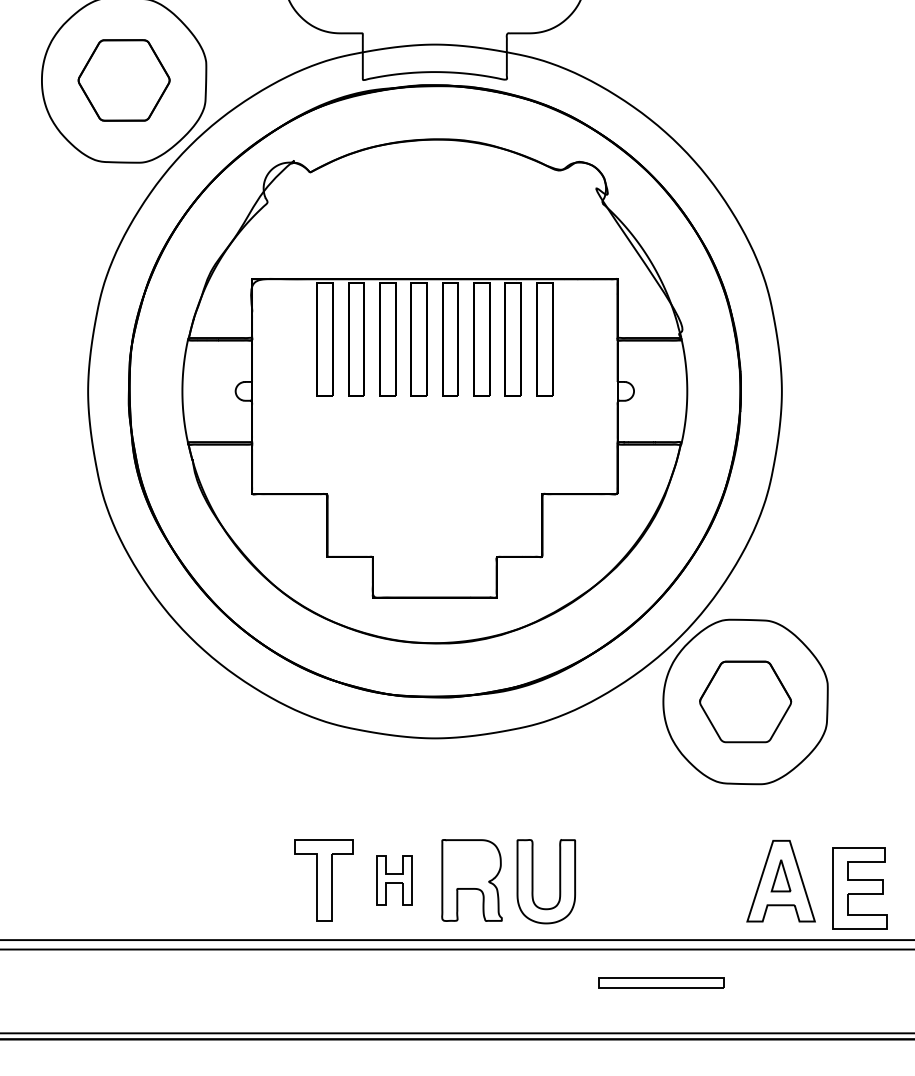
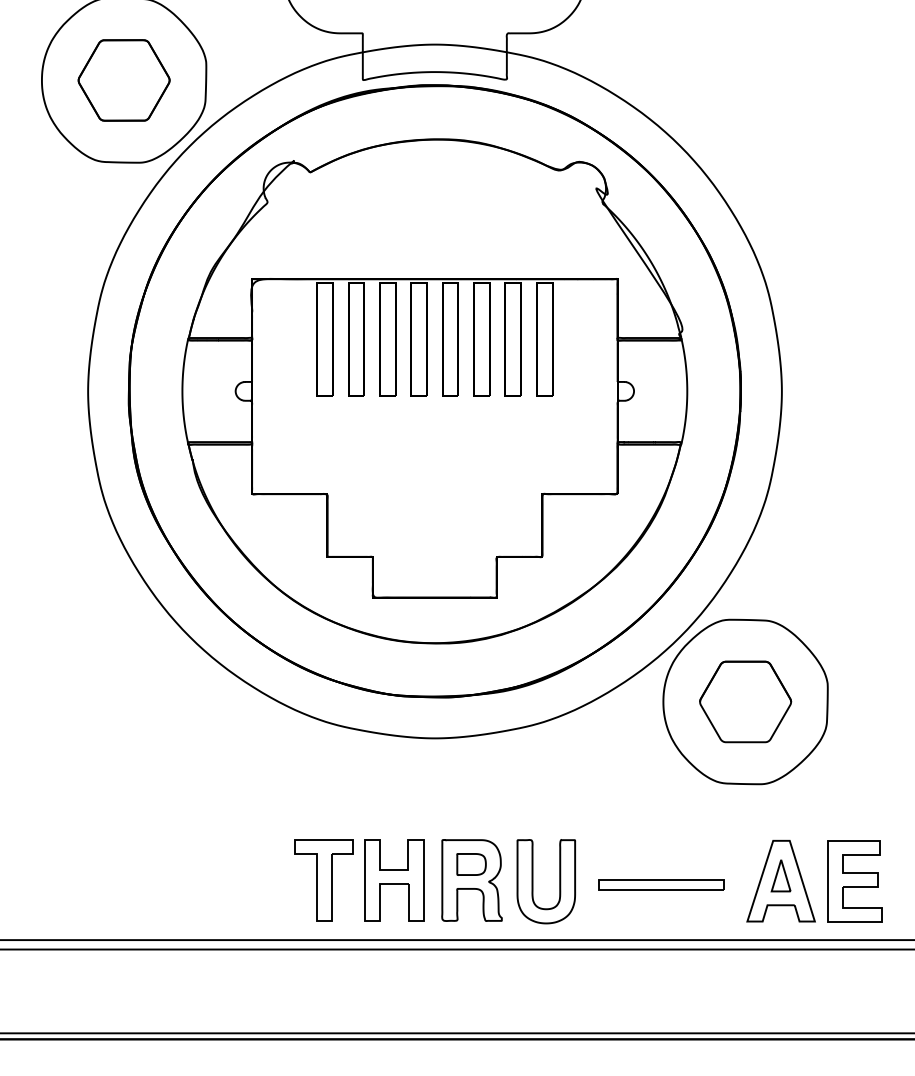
part at (471, 864): none -> present
part at (394, 880) size: 37x51 px -> 61x83 px
part at (859, 888) position: (859, 888) -> (854, 881)
part at (661, 982) position: (661, 982) -> (661, 884)
